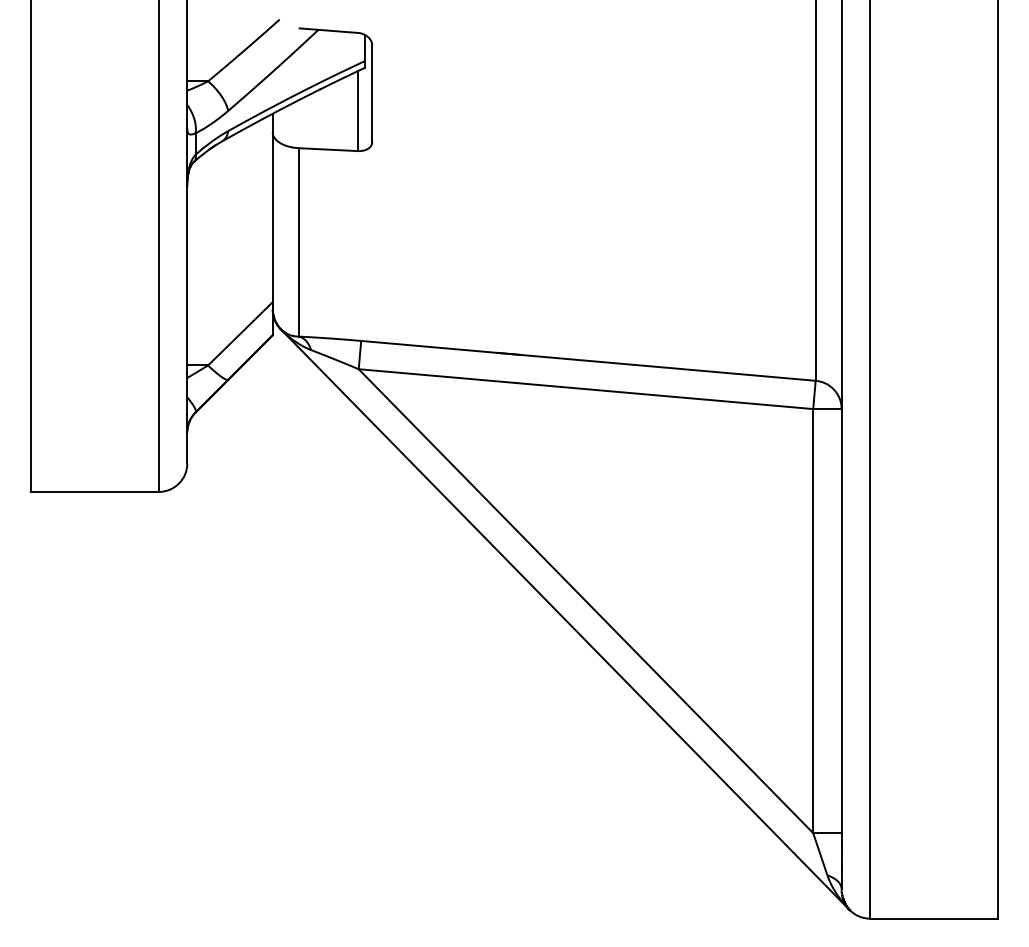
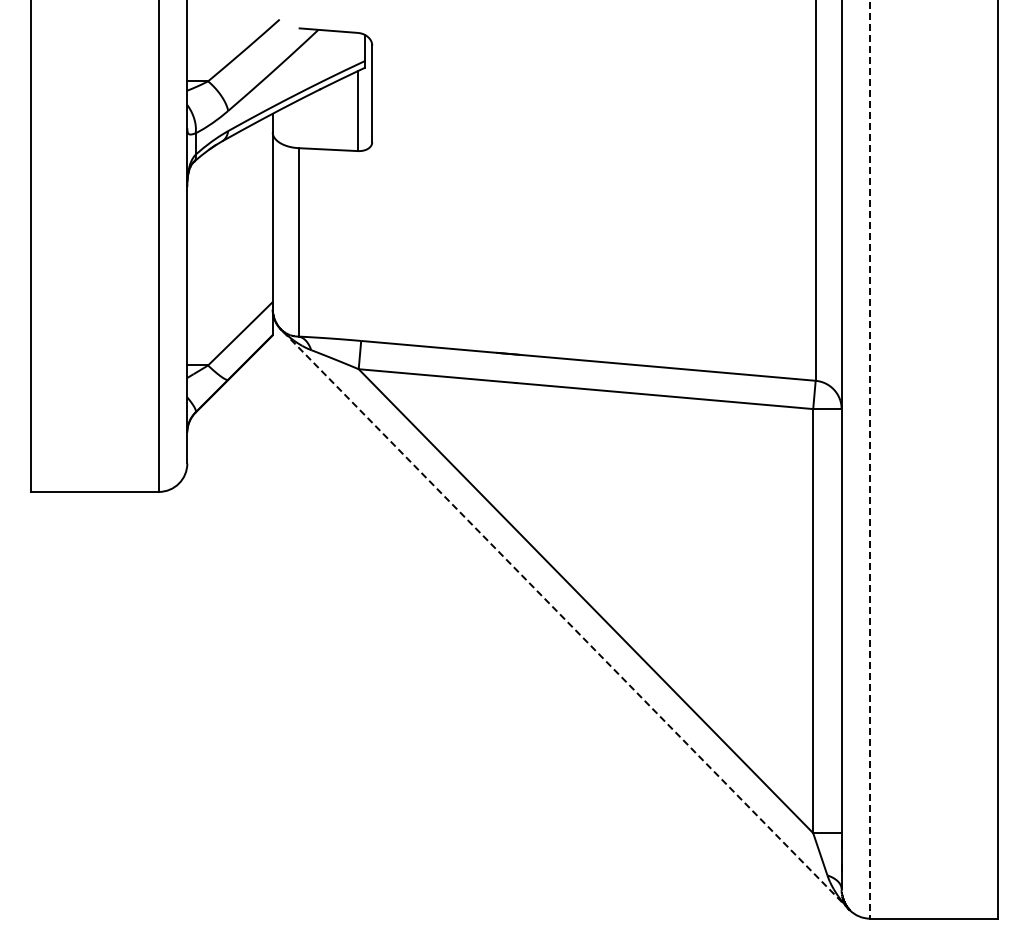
line at (870, 459): solid -> dashed
line at (565, 620): solid -> dashed
